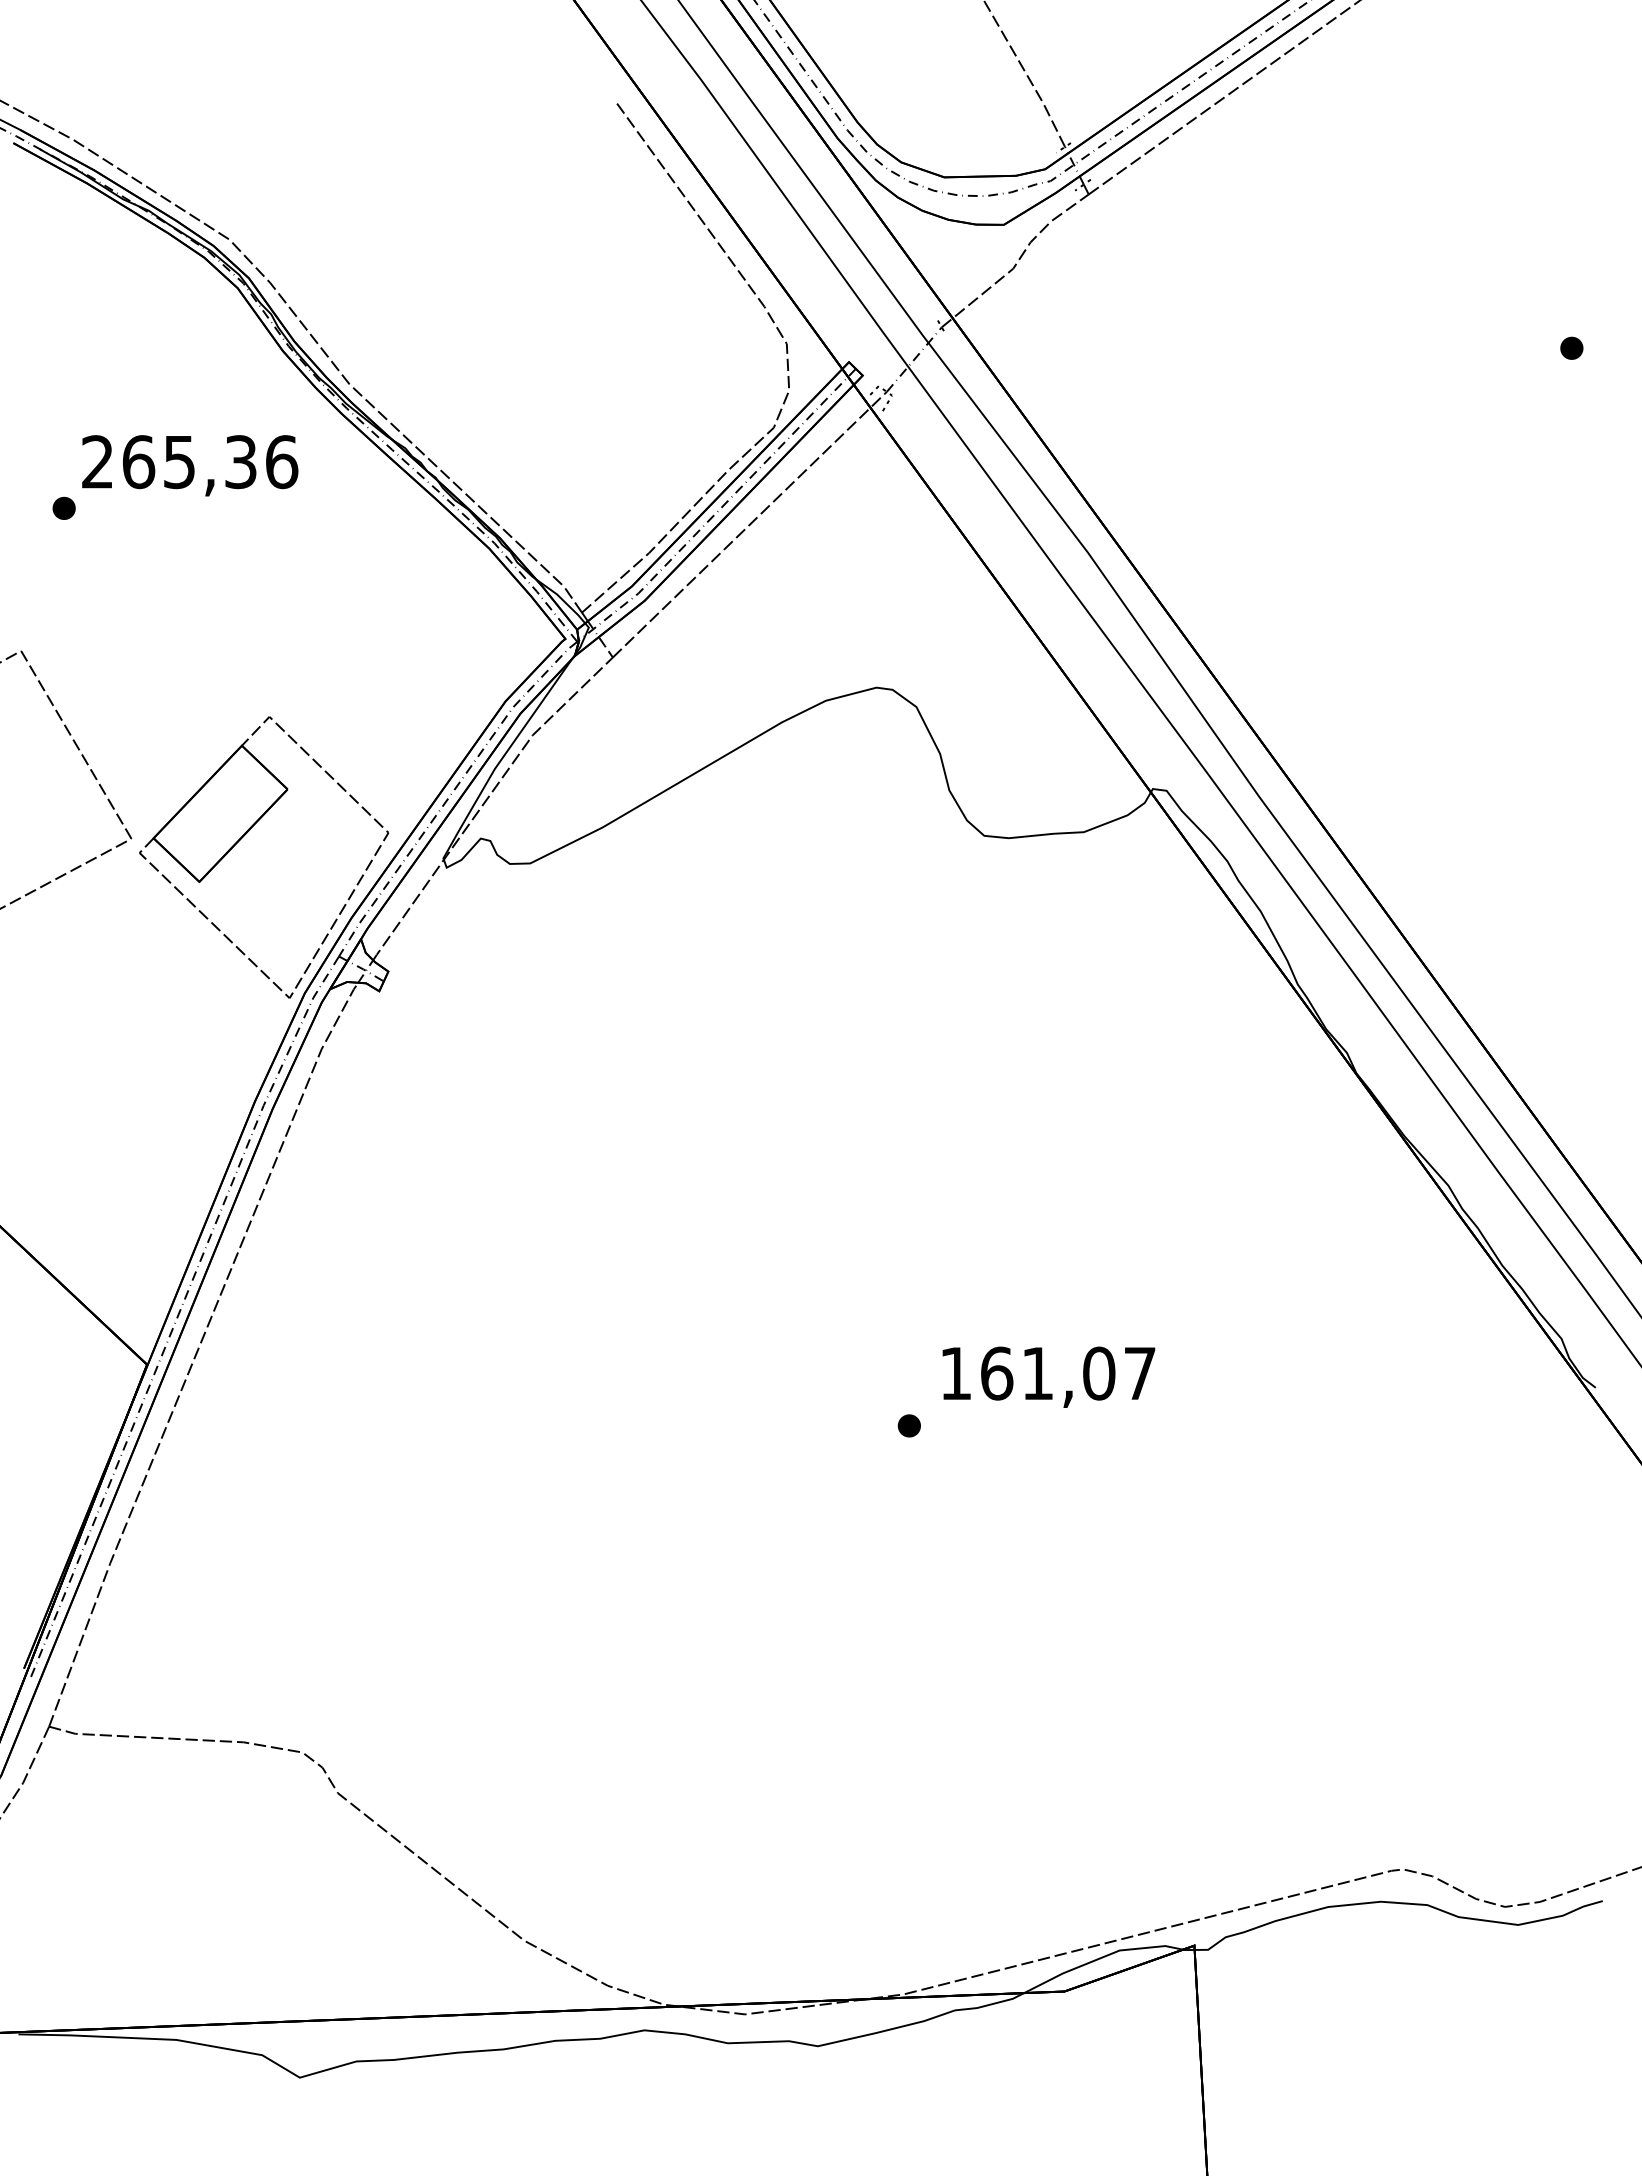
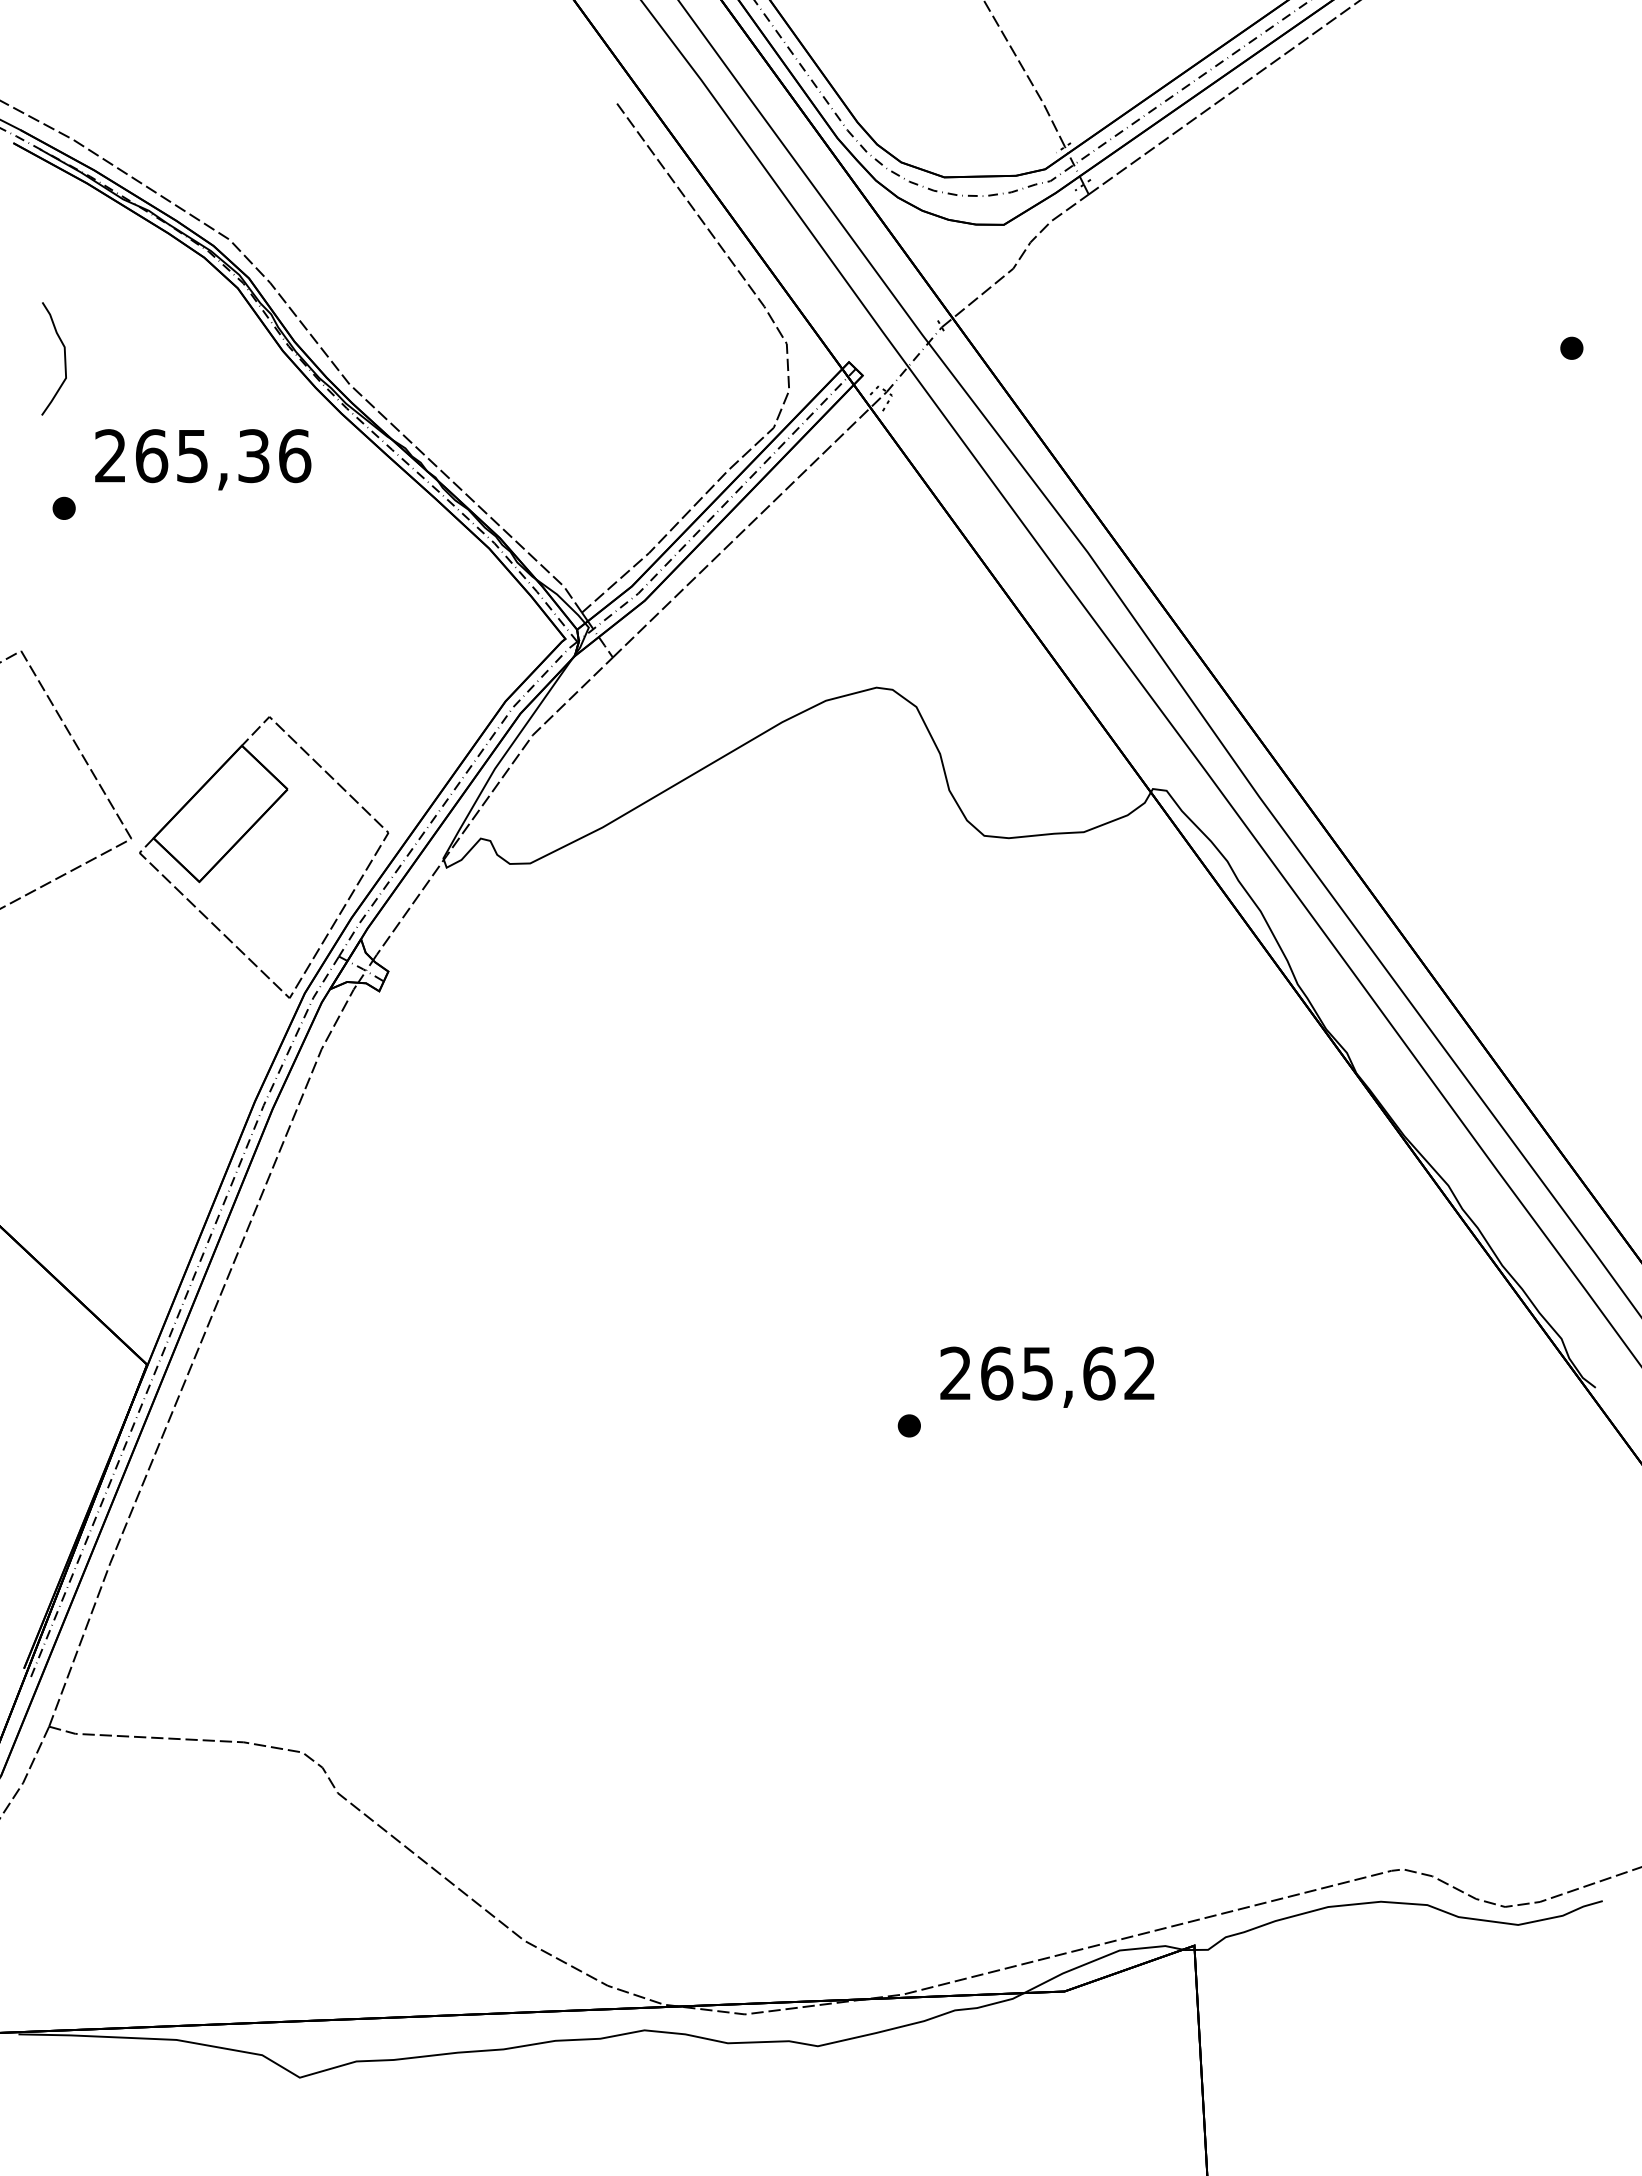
curve at (64, 358): none -> present
text at (190, 465) position: (190, 465) -> (203, 459)
text at (1047, 1373): 161,07 -> 265,62
